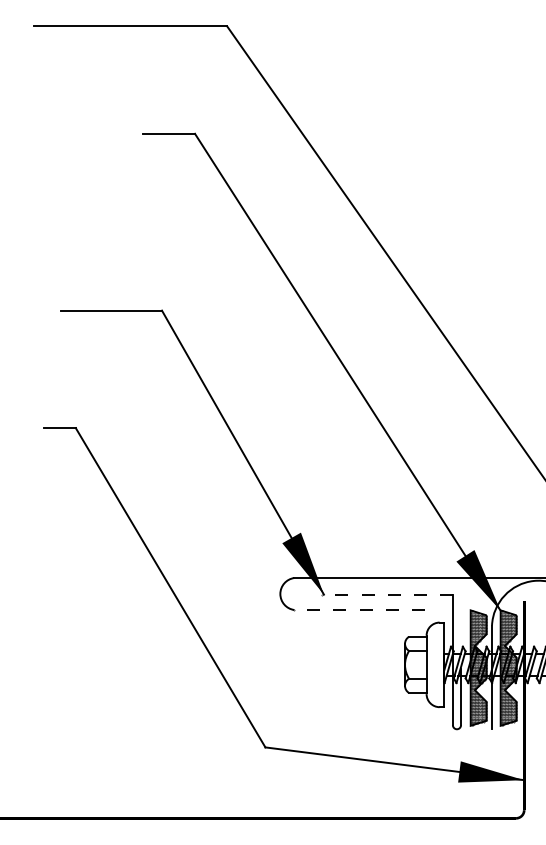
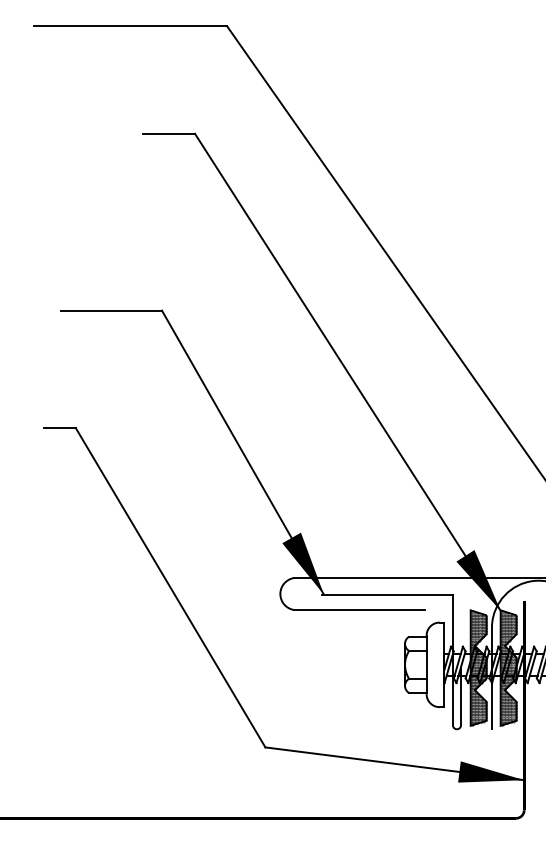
line at (387, 594): dashed -> solid
line at (359, 609): dashed -> solid
